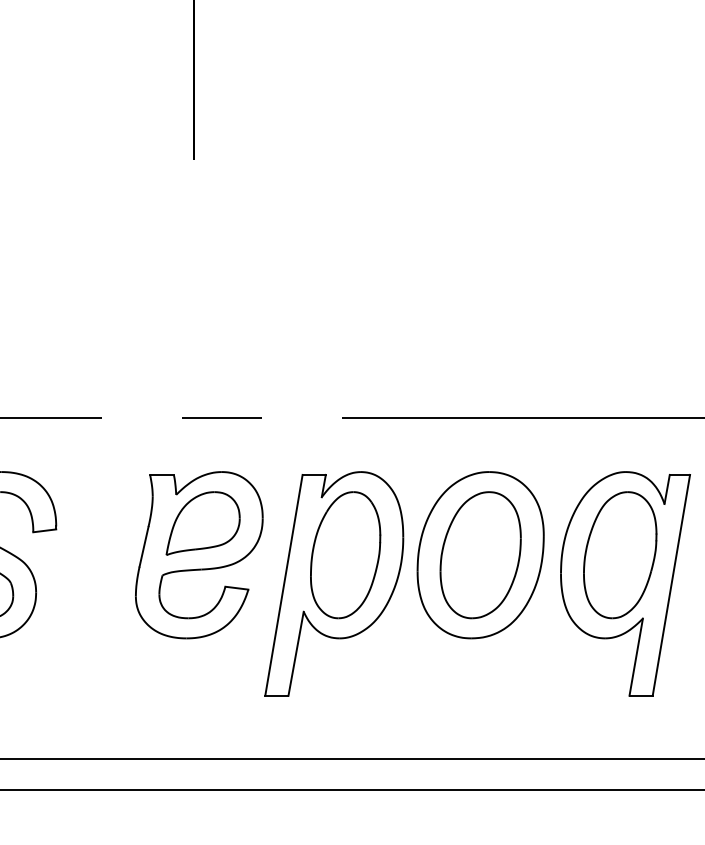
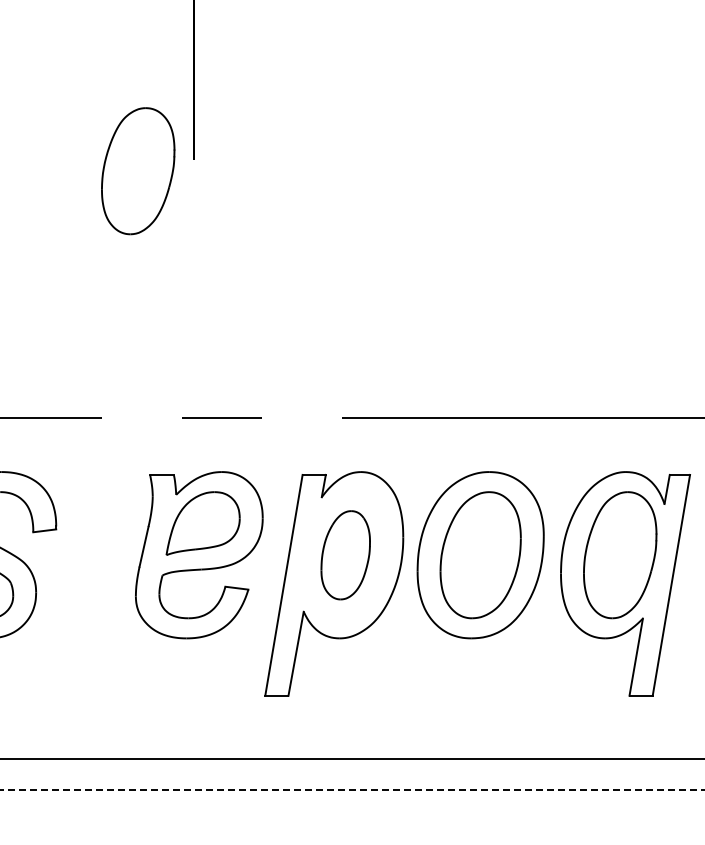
part at (138, 171): none -> present
part at (345, 555) size: 72x129 px -> 51x91 px
line at (352, 790): solid -> dashed
